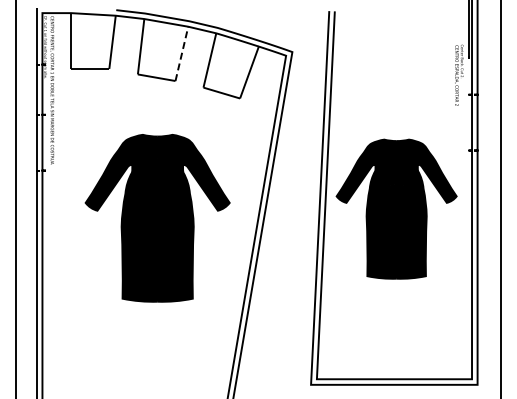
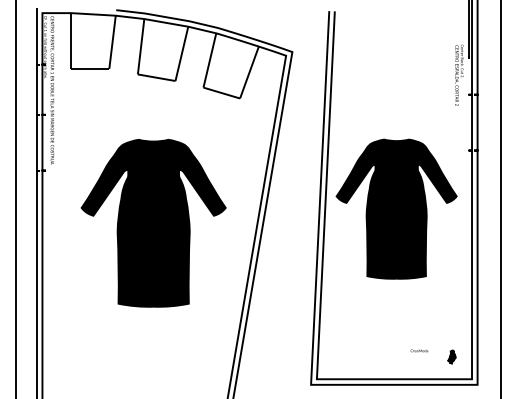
line at (181, 53): dashed -> solid
part at (157, 218) position: (157, 218) -> (153, 223)
part at (428, 351): none -> present
